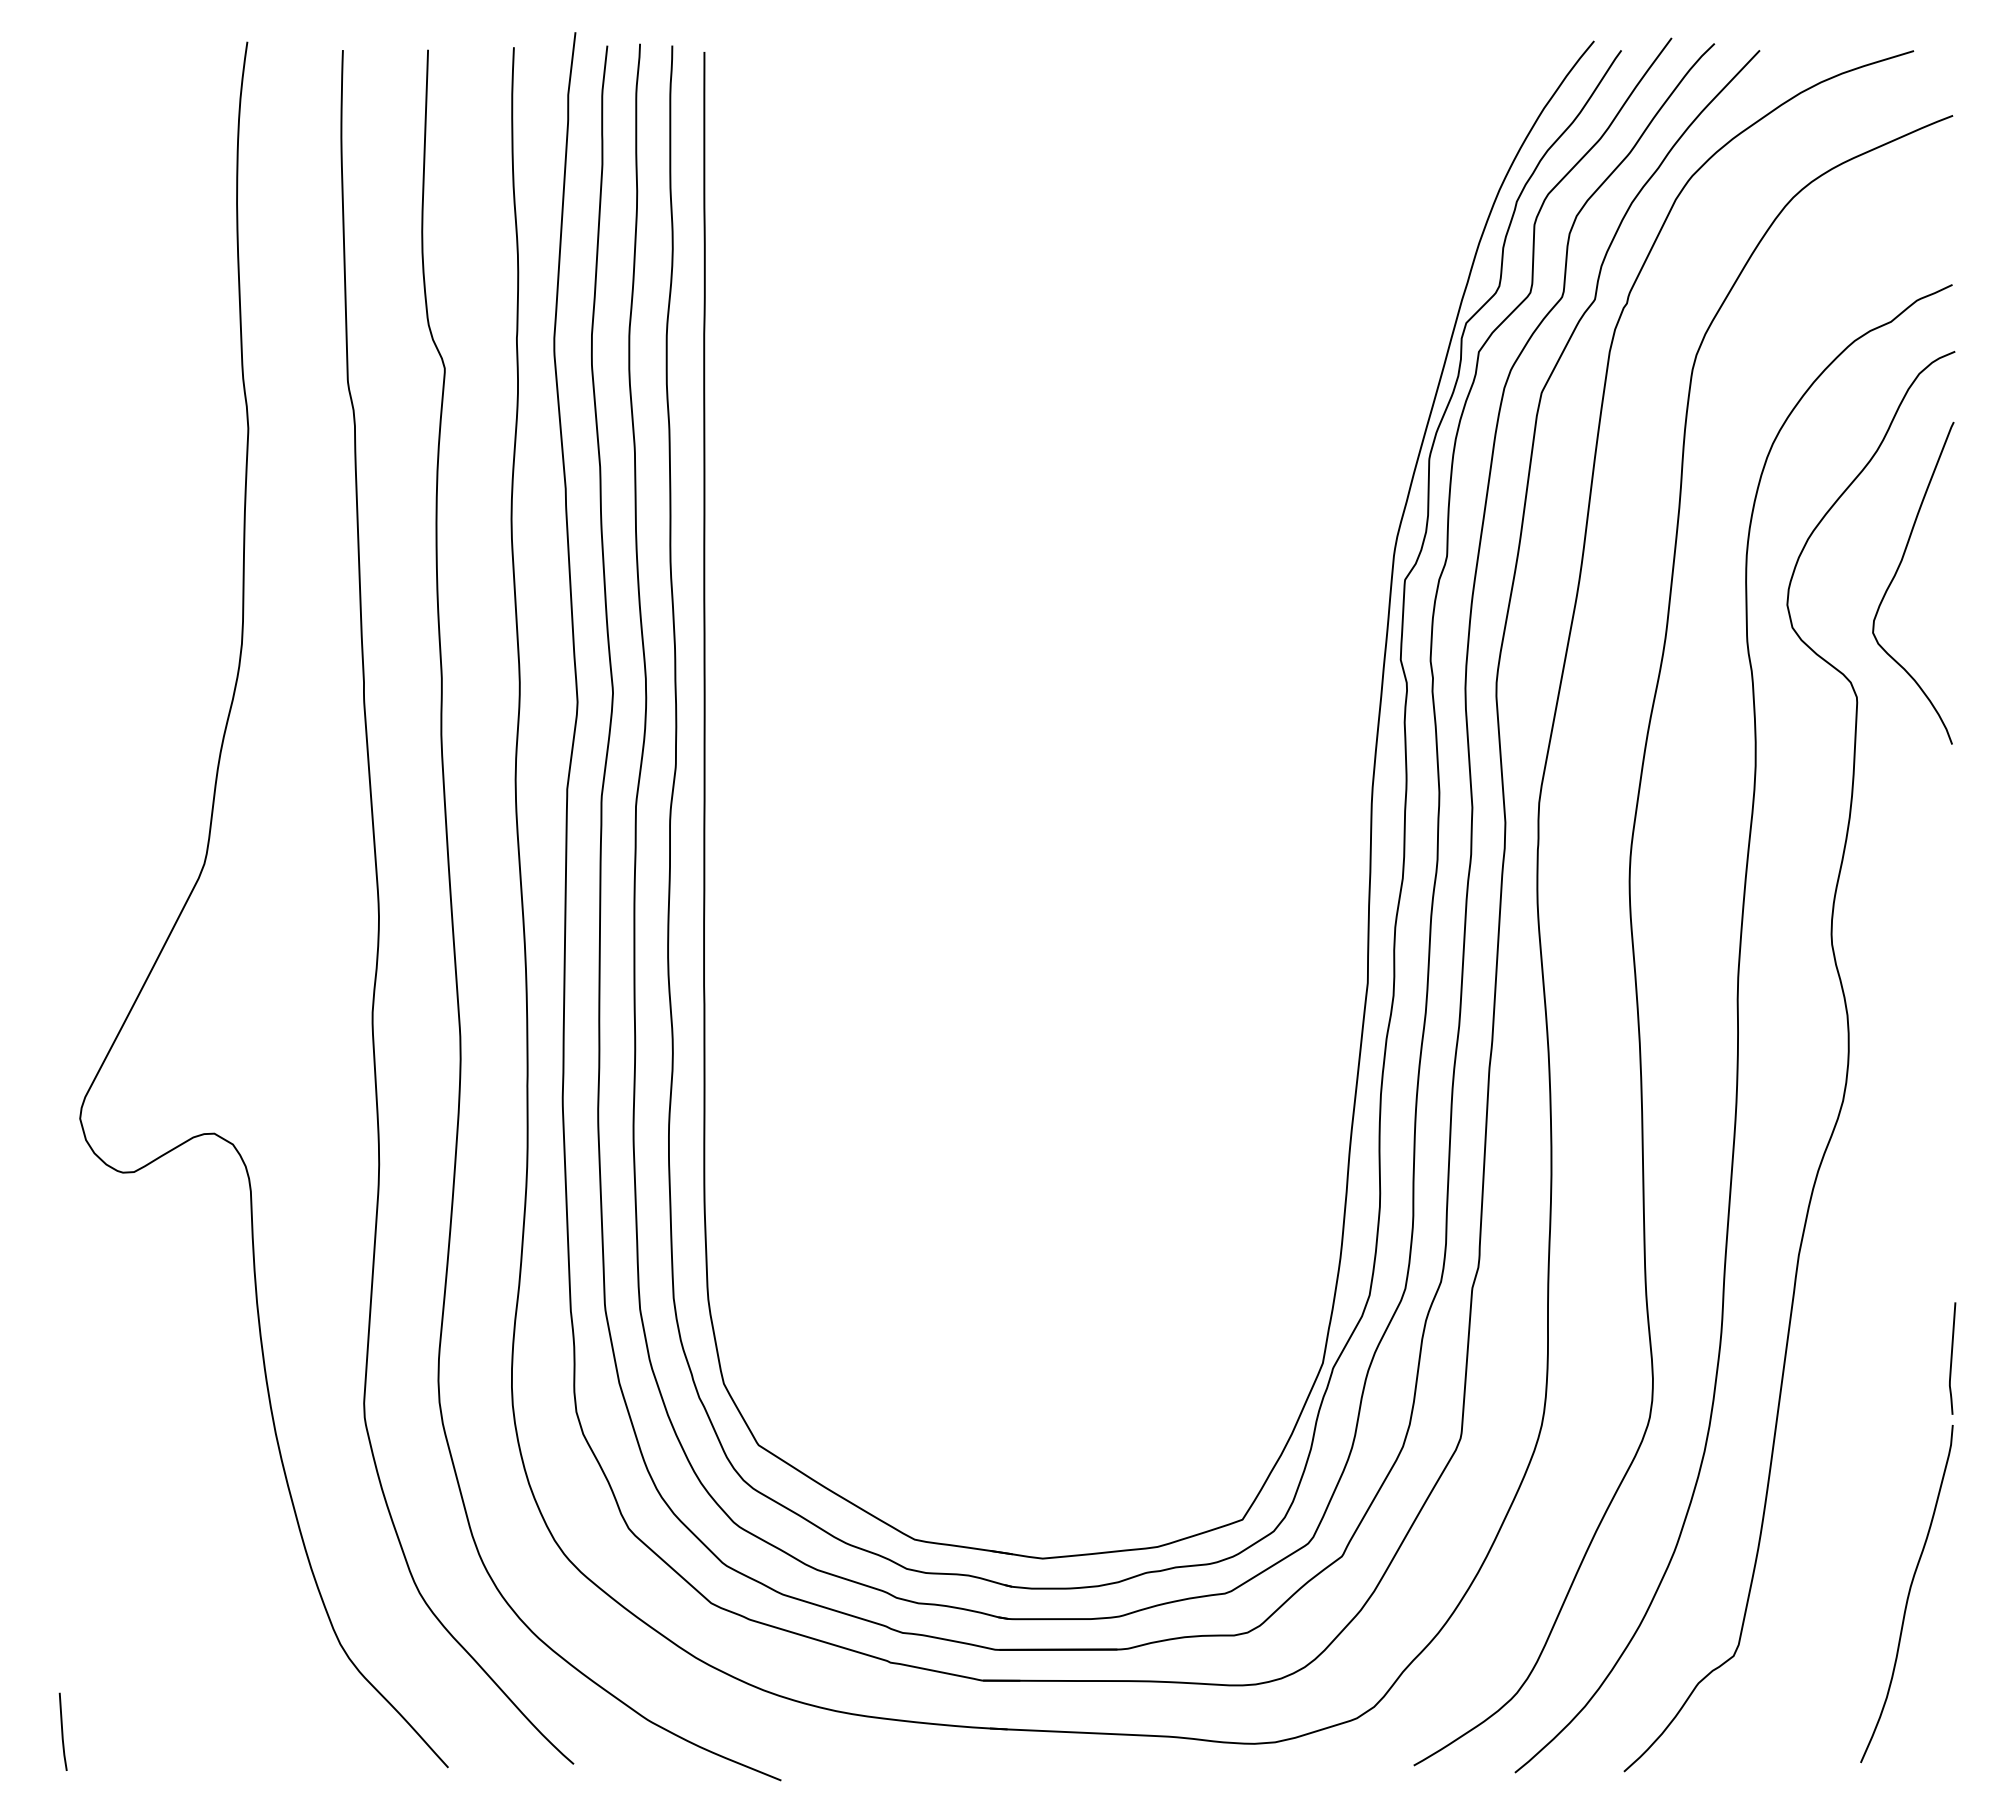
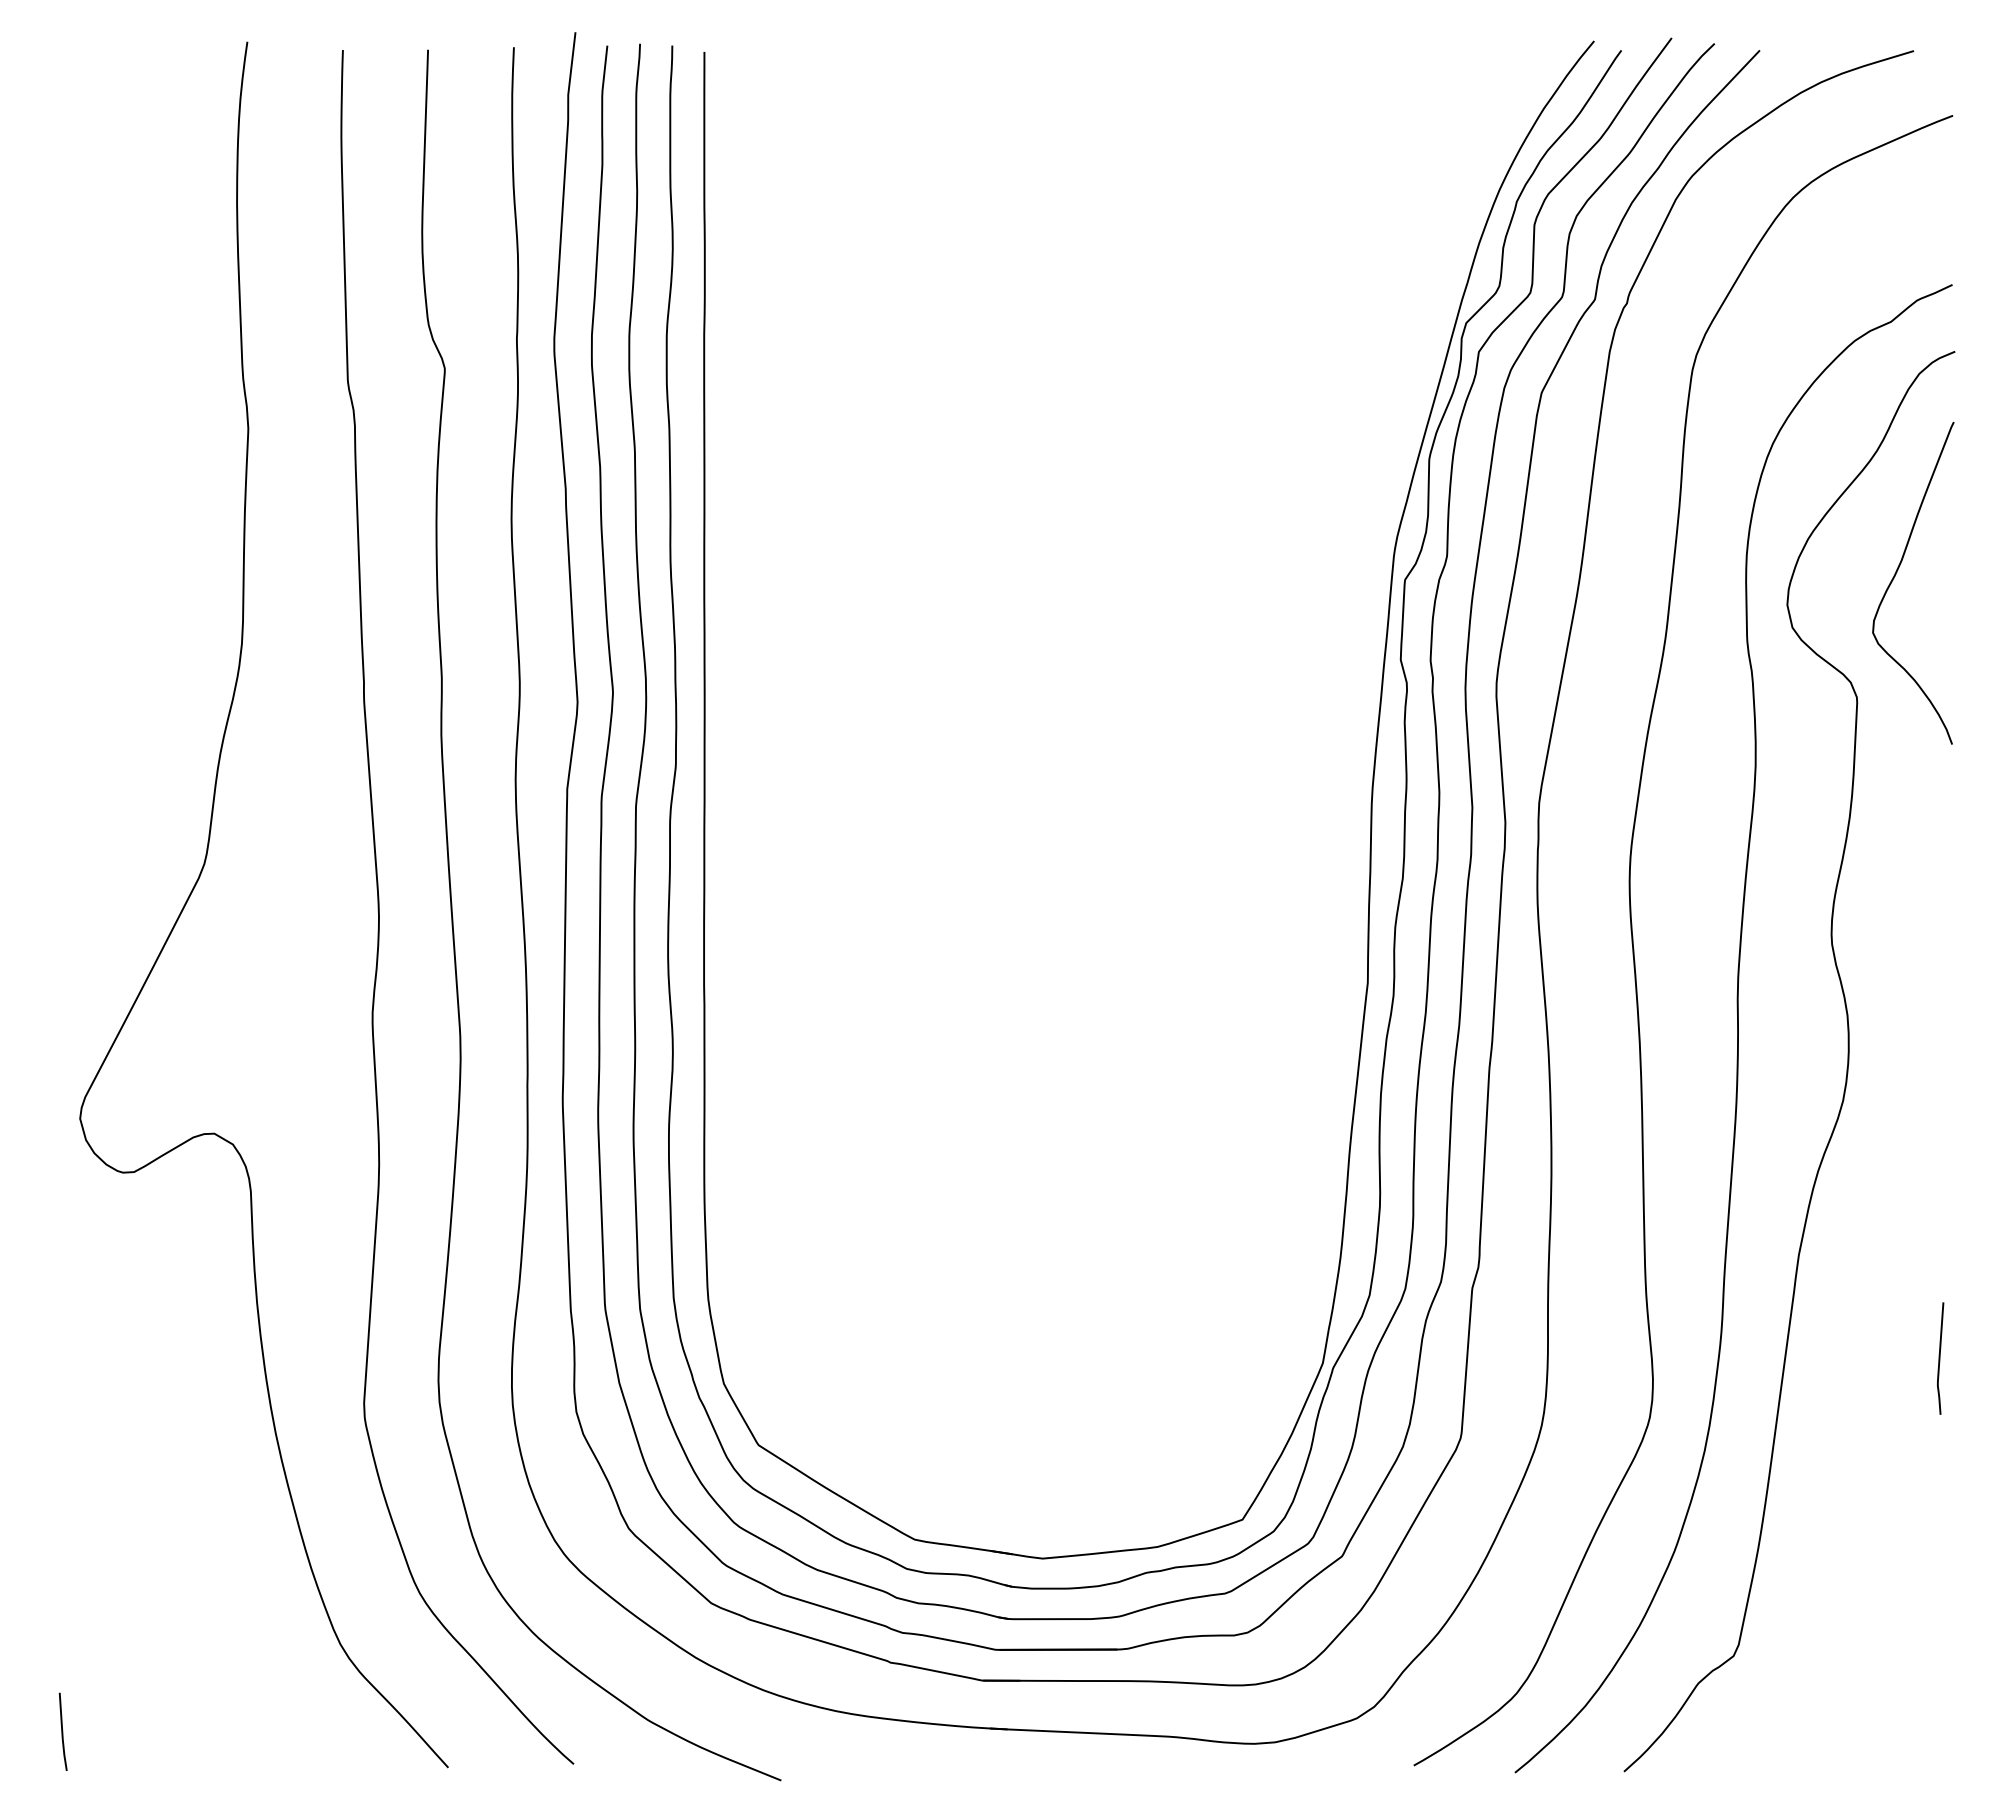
curve at (1952, 1358) position: (1952, 1358) -> (1940, 1358)
curve at (1907, 1594): present -> none
